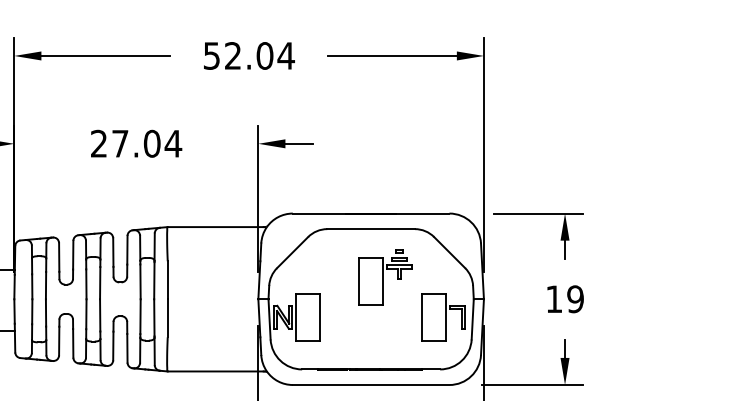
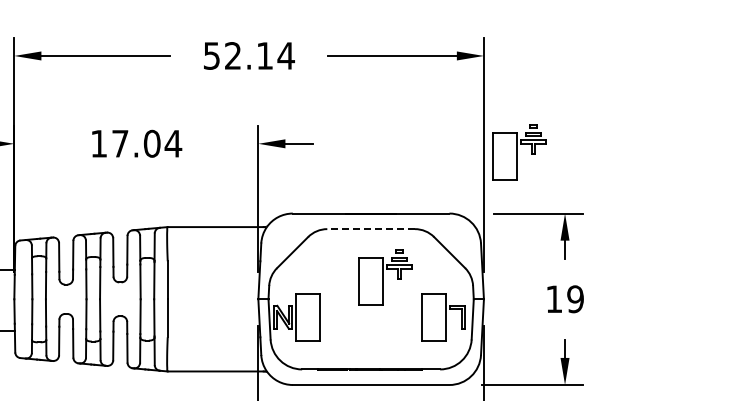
text at (264, 55): 52.04 -> 52.14
text at (98, 143): 27.04 -> 17.04
part at (519, 152): none -> present
line at (371, 229): solid -> dashed
